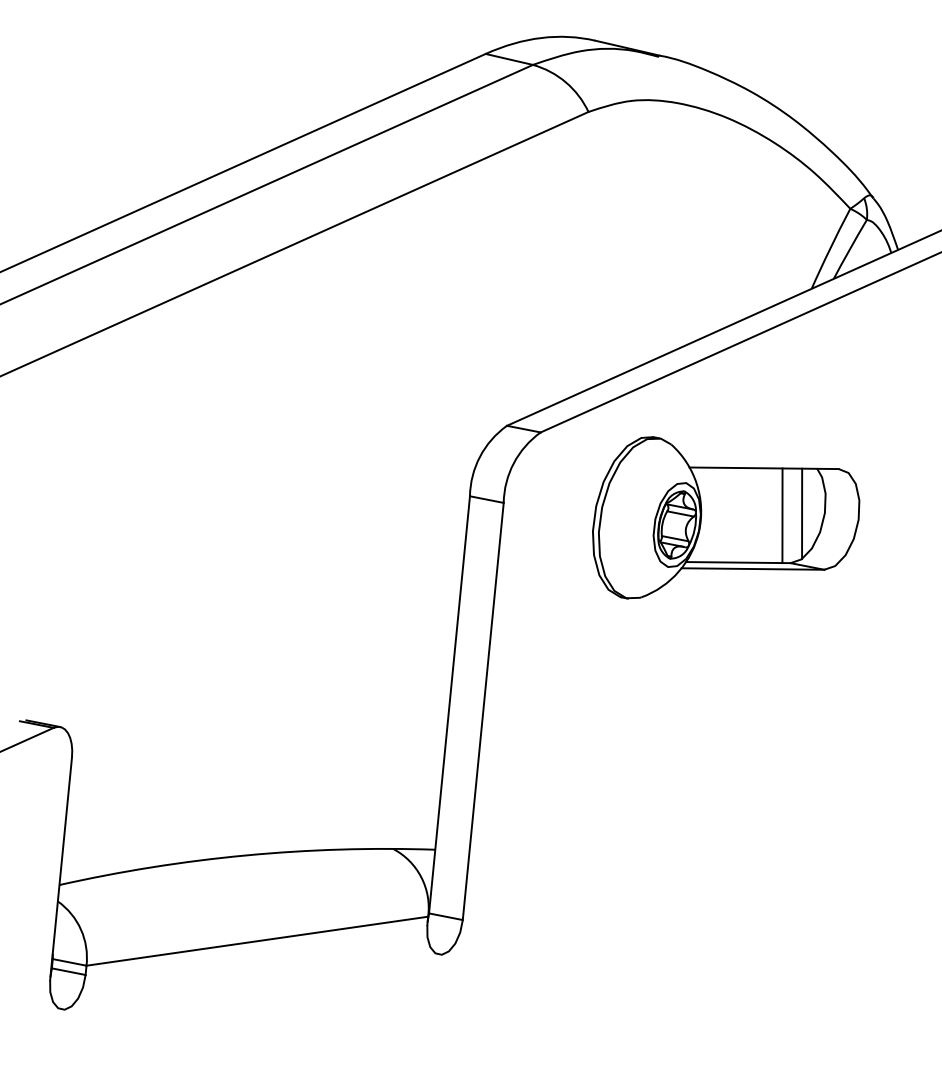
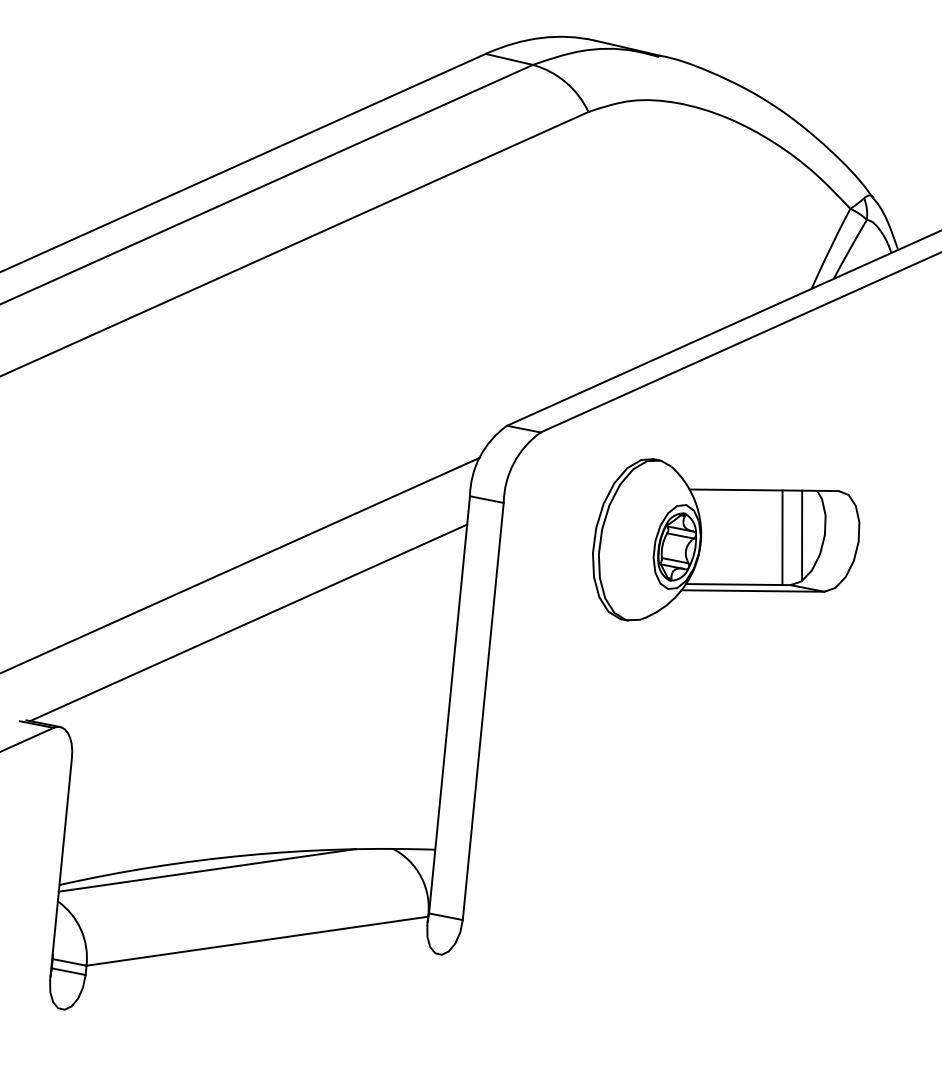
part at (726, 517) position: (726, 517) -> (726, 539)
line at (241, 564): none -> present
line at (248, 622): none -> present
line at (207, 870): none -> present
